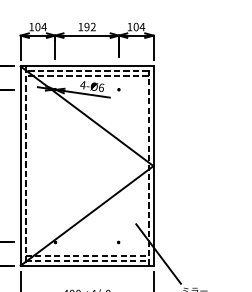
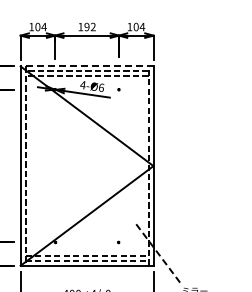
line at (86, 66): solid -> dashed
line at (158, 254): solid -> dashed
